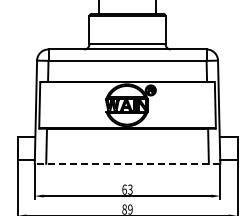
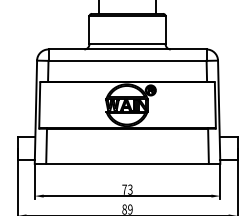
line at (127, 163): dashed -> solid
text at (124, 189): 63 -> 73
